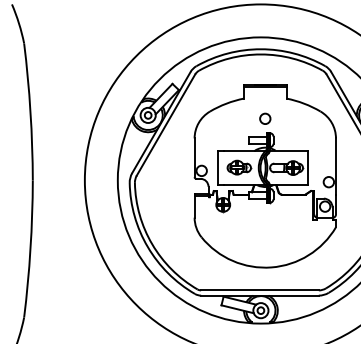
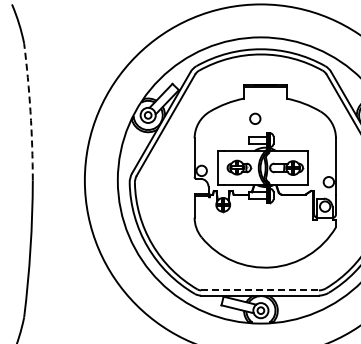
arc at (30, 111): solid -> dashed
circle at (265, 118) position: (265, 118) -> (255, 118)
line at (259, 290): solid -> dashed
